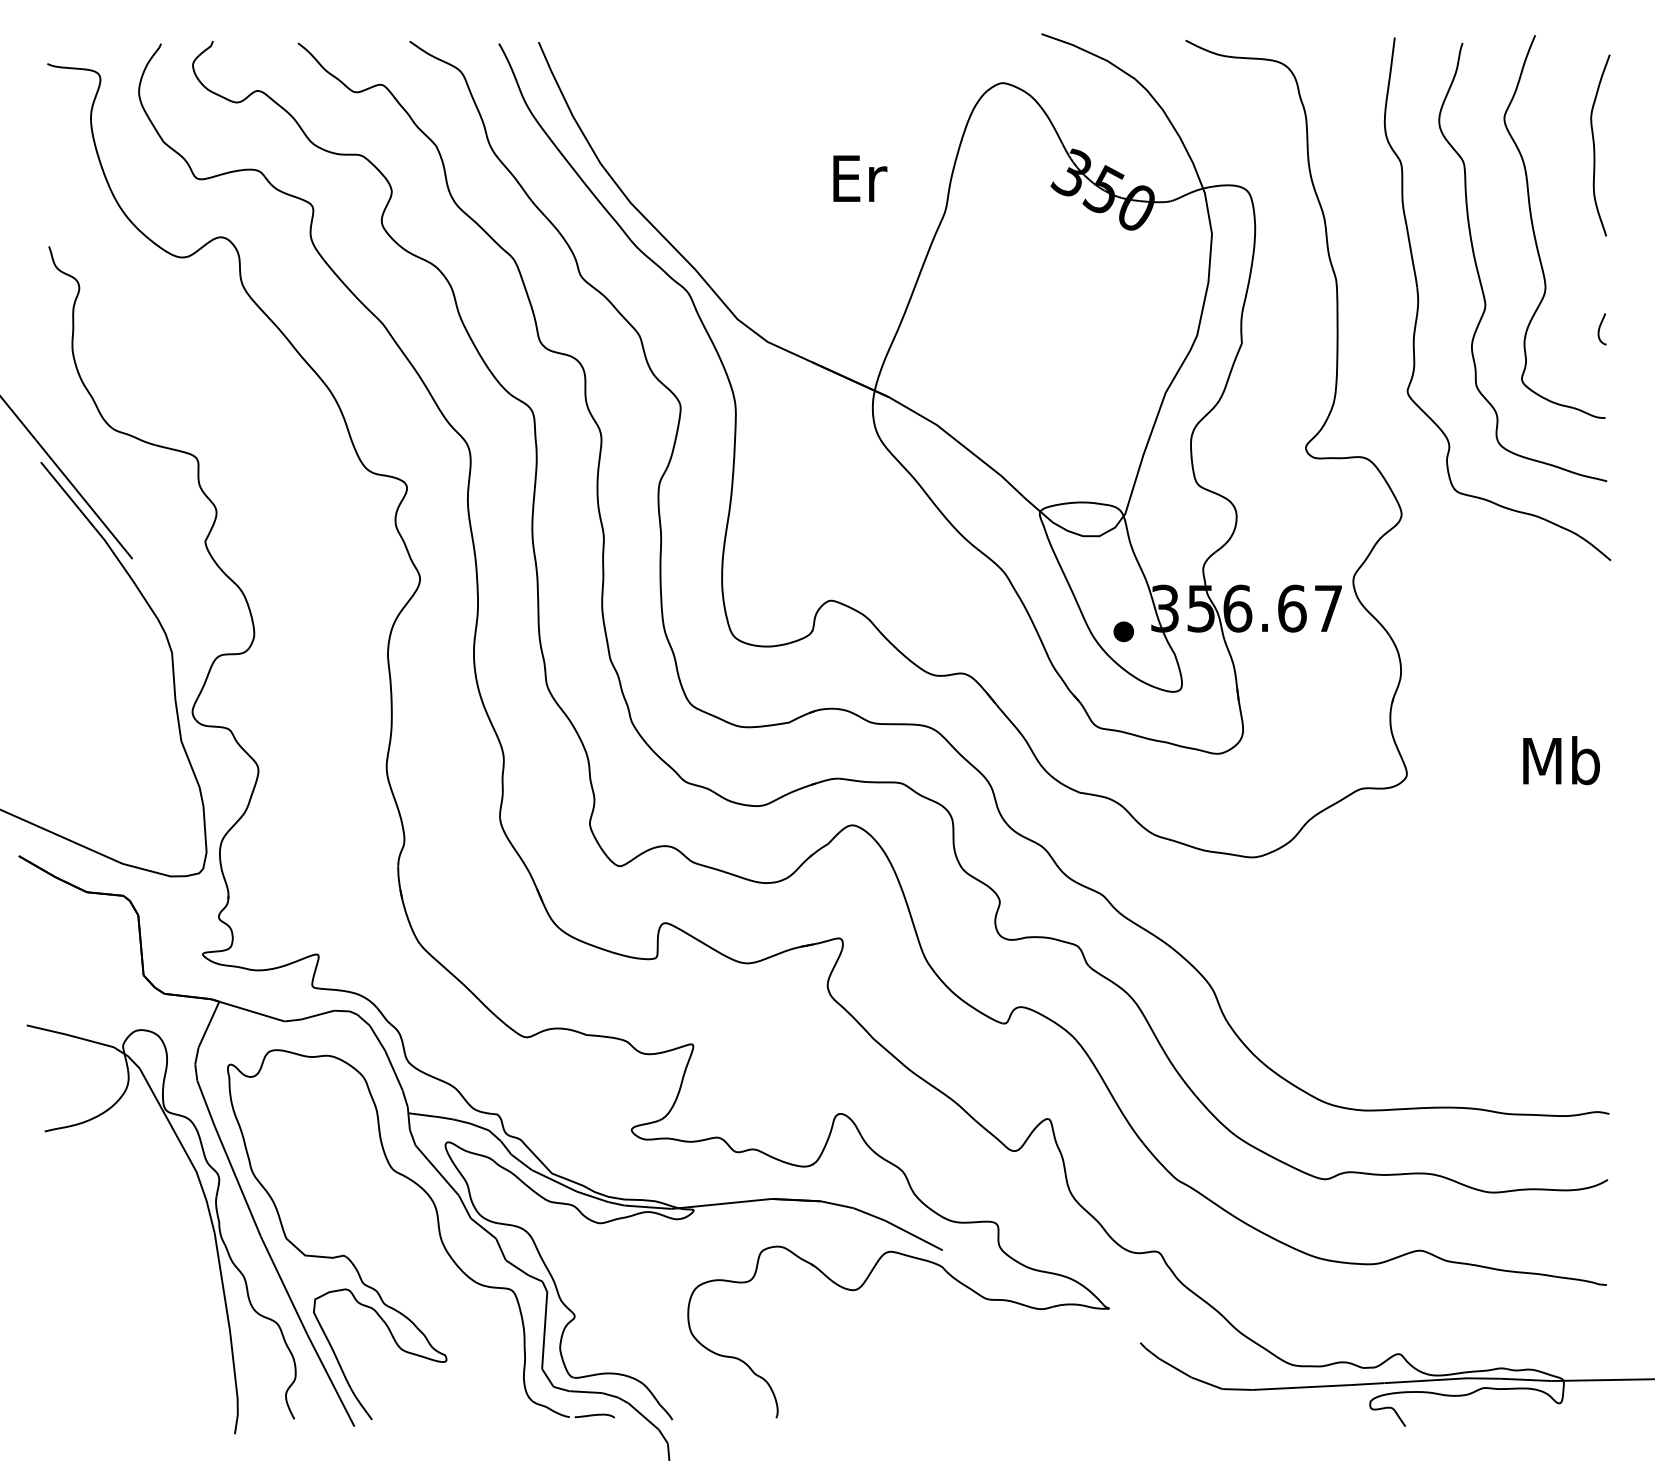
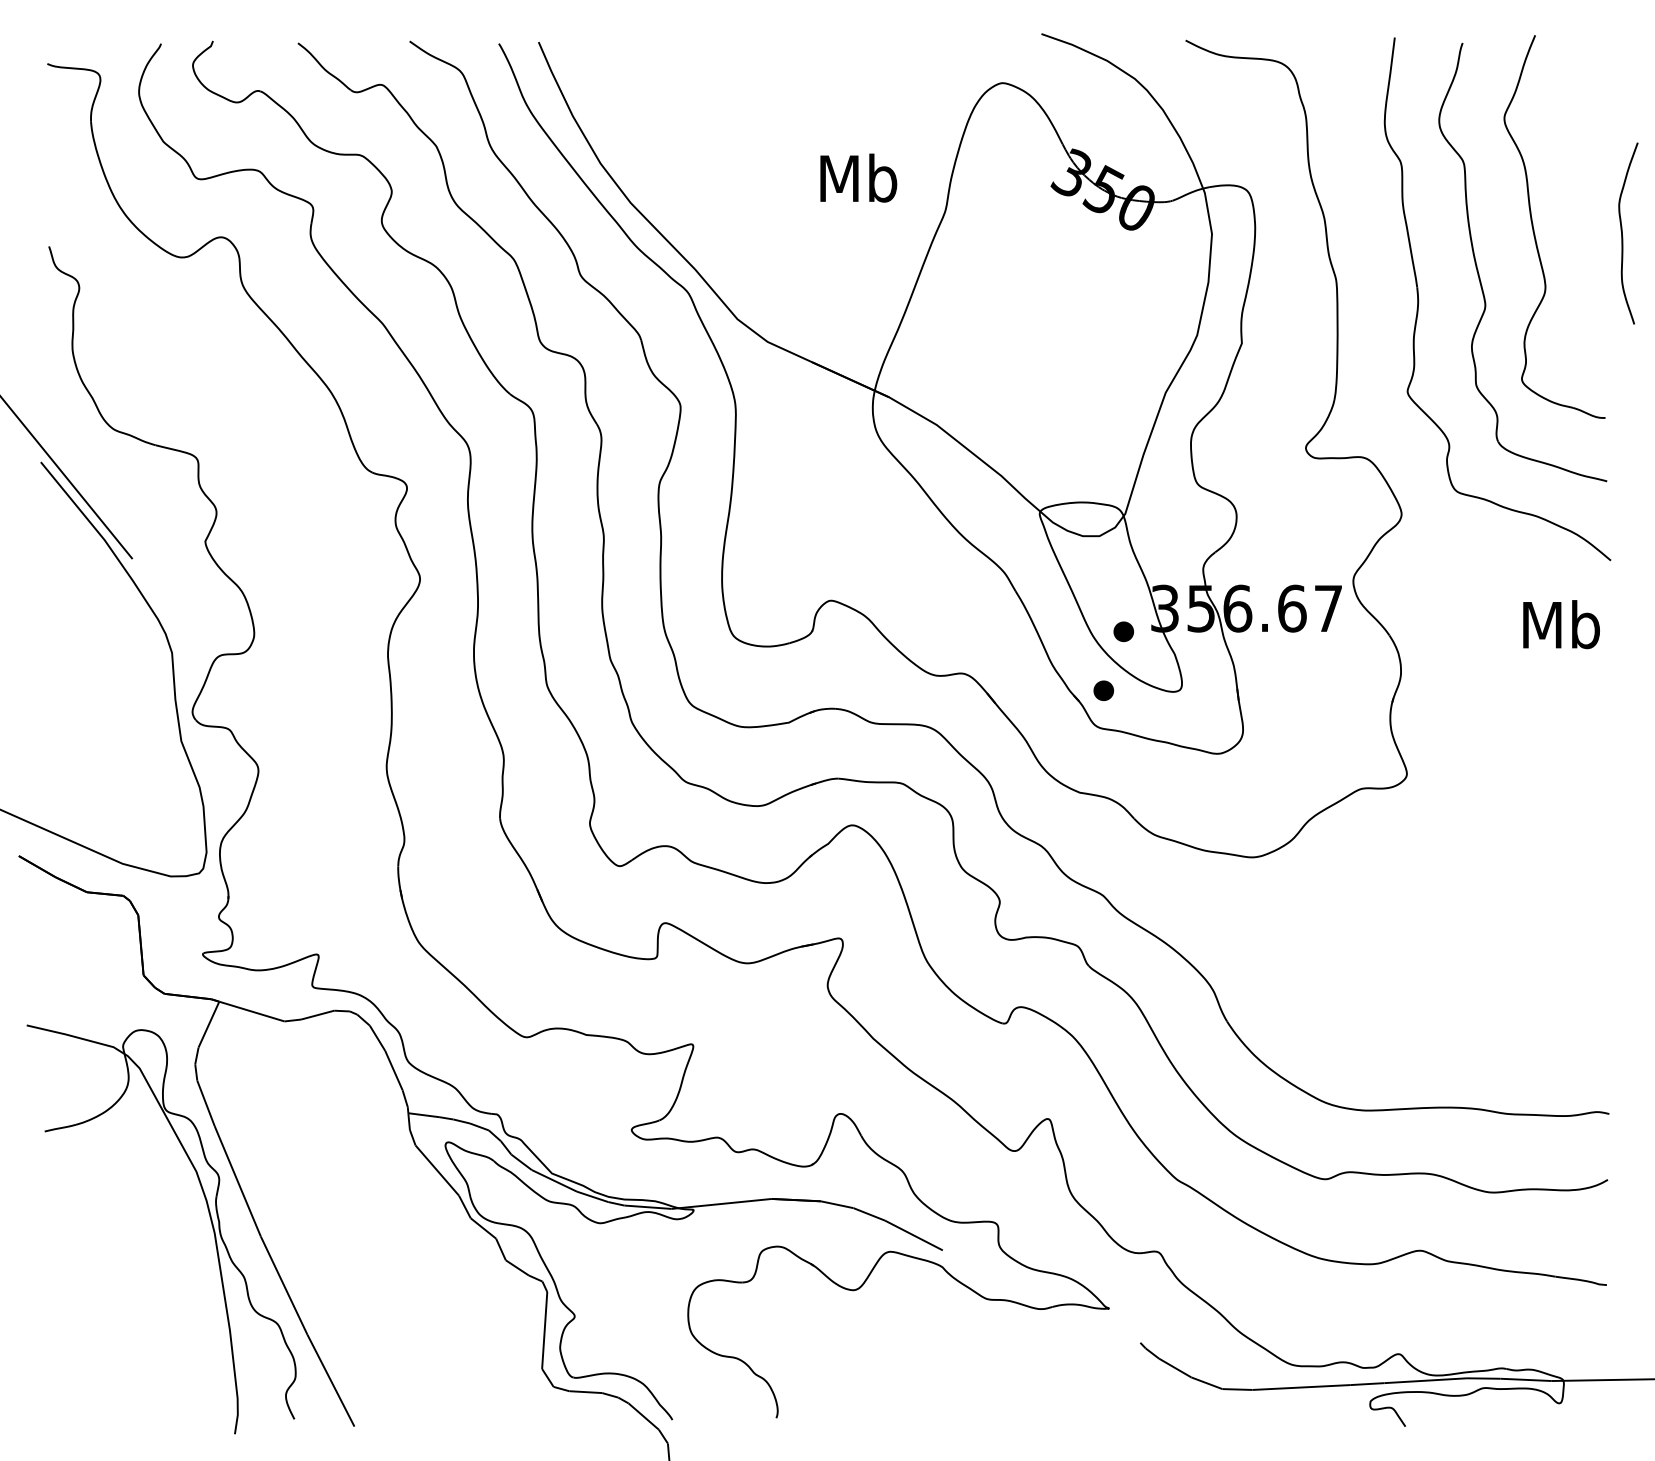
curve at (1595, 148) position: (1595, 148) -> (1623, 236)
text at (858, 177): Er -> Mb
curve at (1600, 328): present -> none
part at (1103, 690): none -> present
text at (1561, 760) position: (1561, 760) -> (1561, 624)
part at (438, 1233): present -> none
